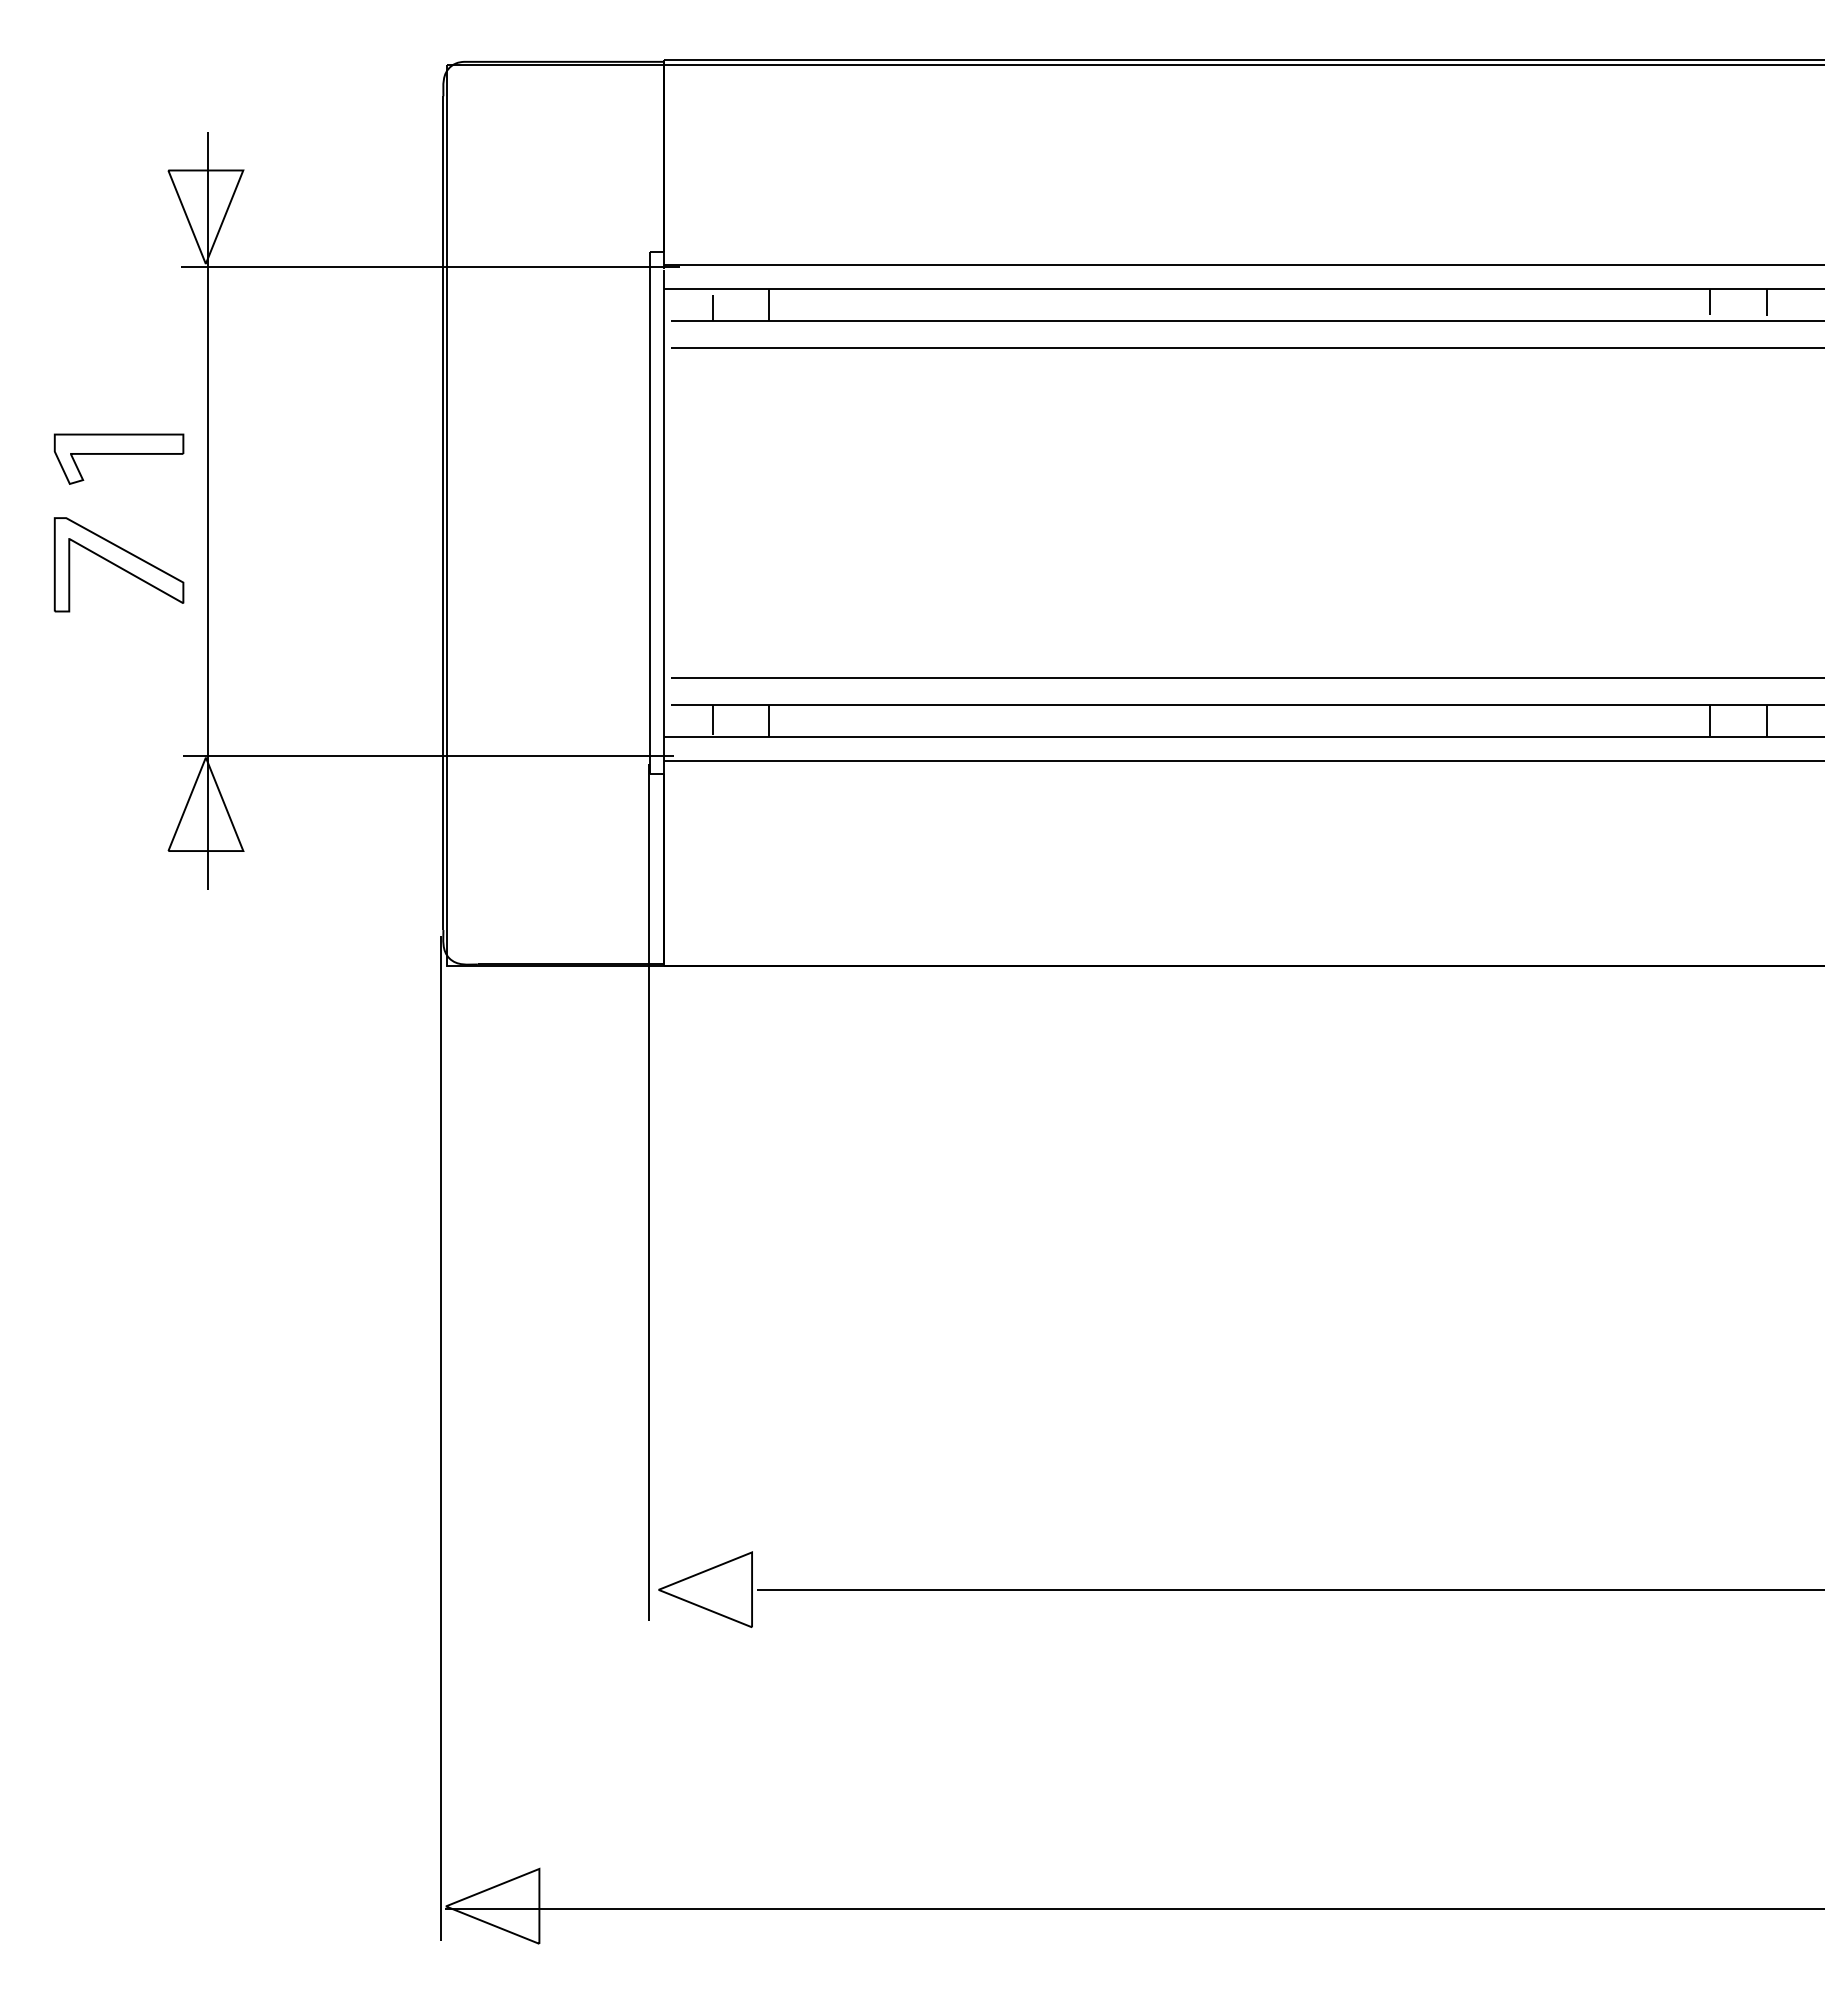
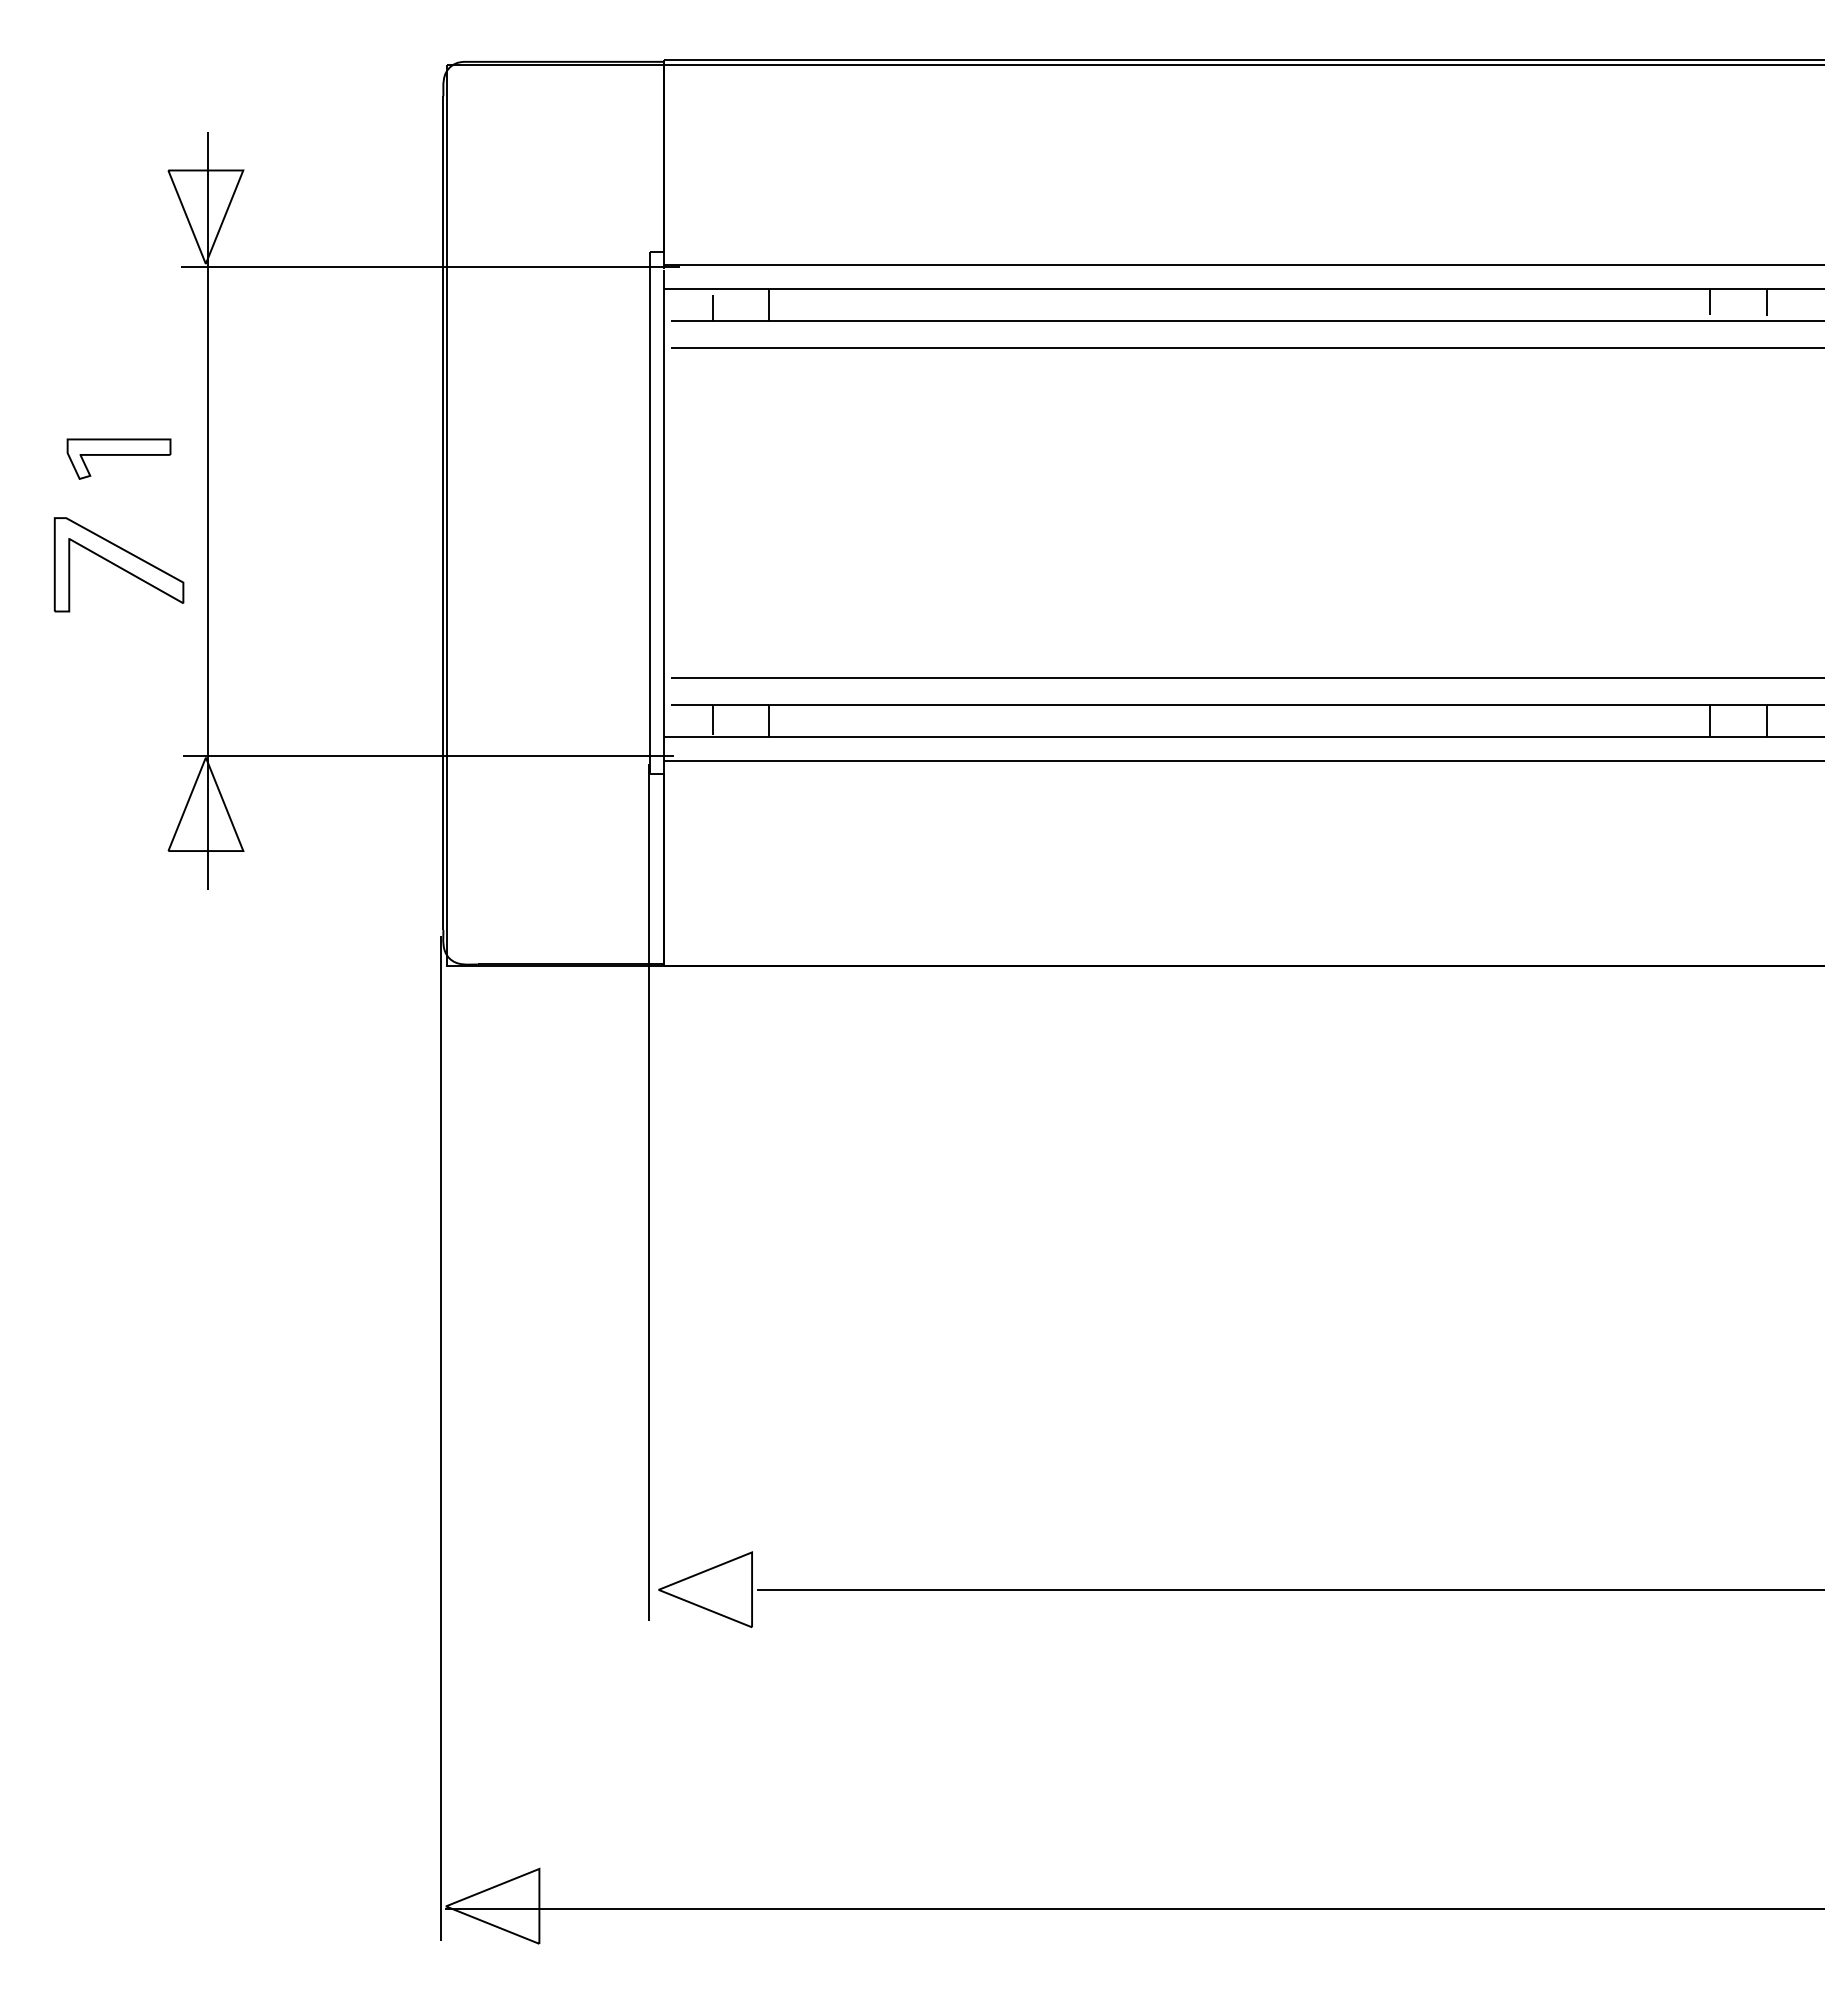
part at (118, 458) size: 132x52 px -> 106x42 px
